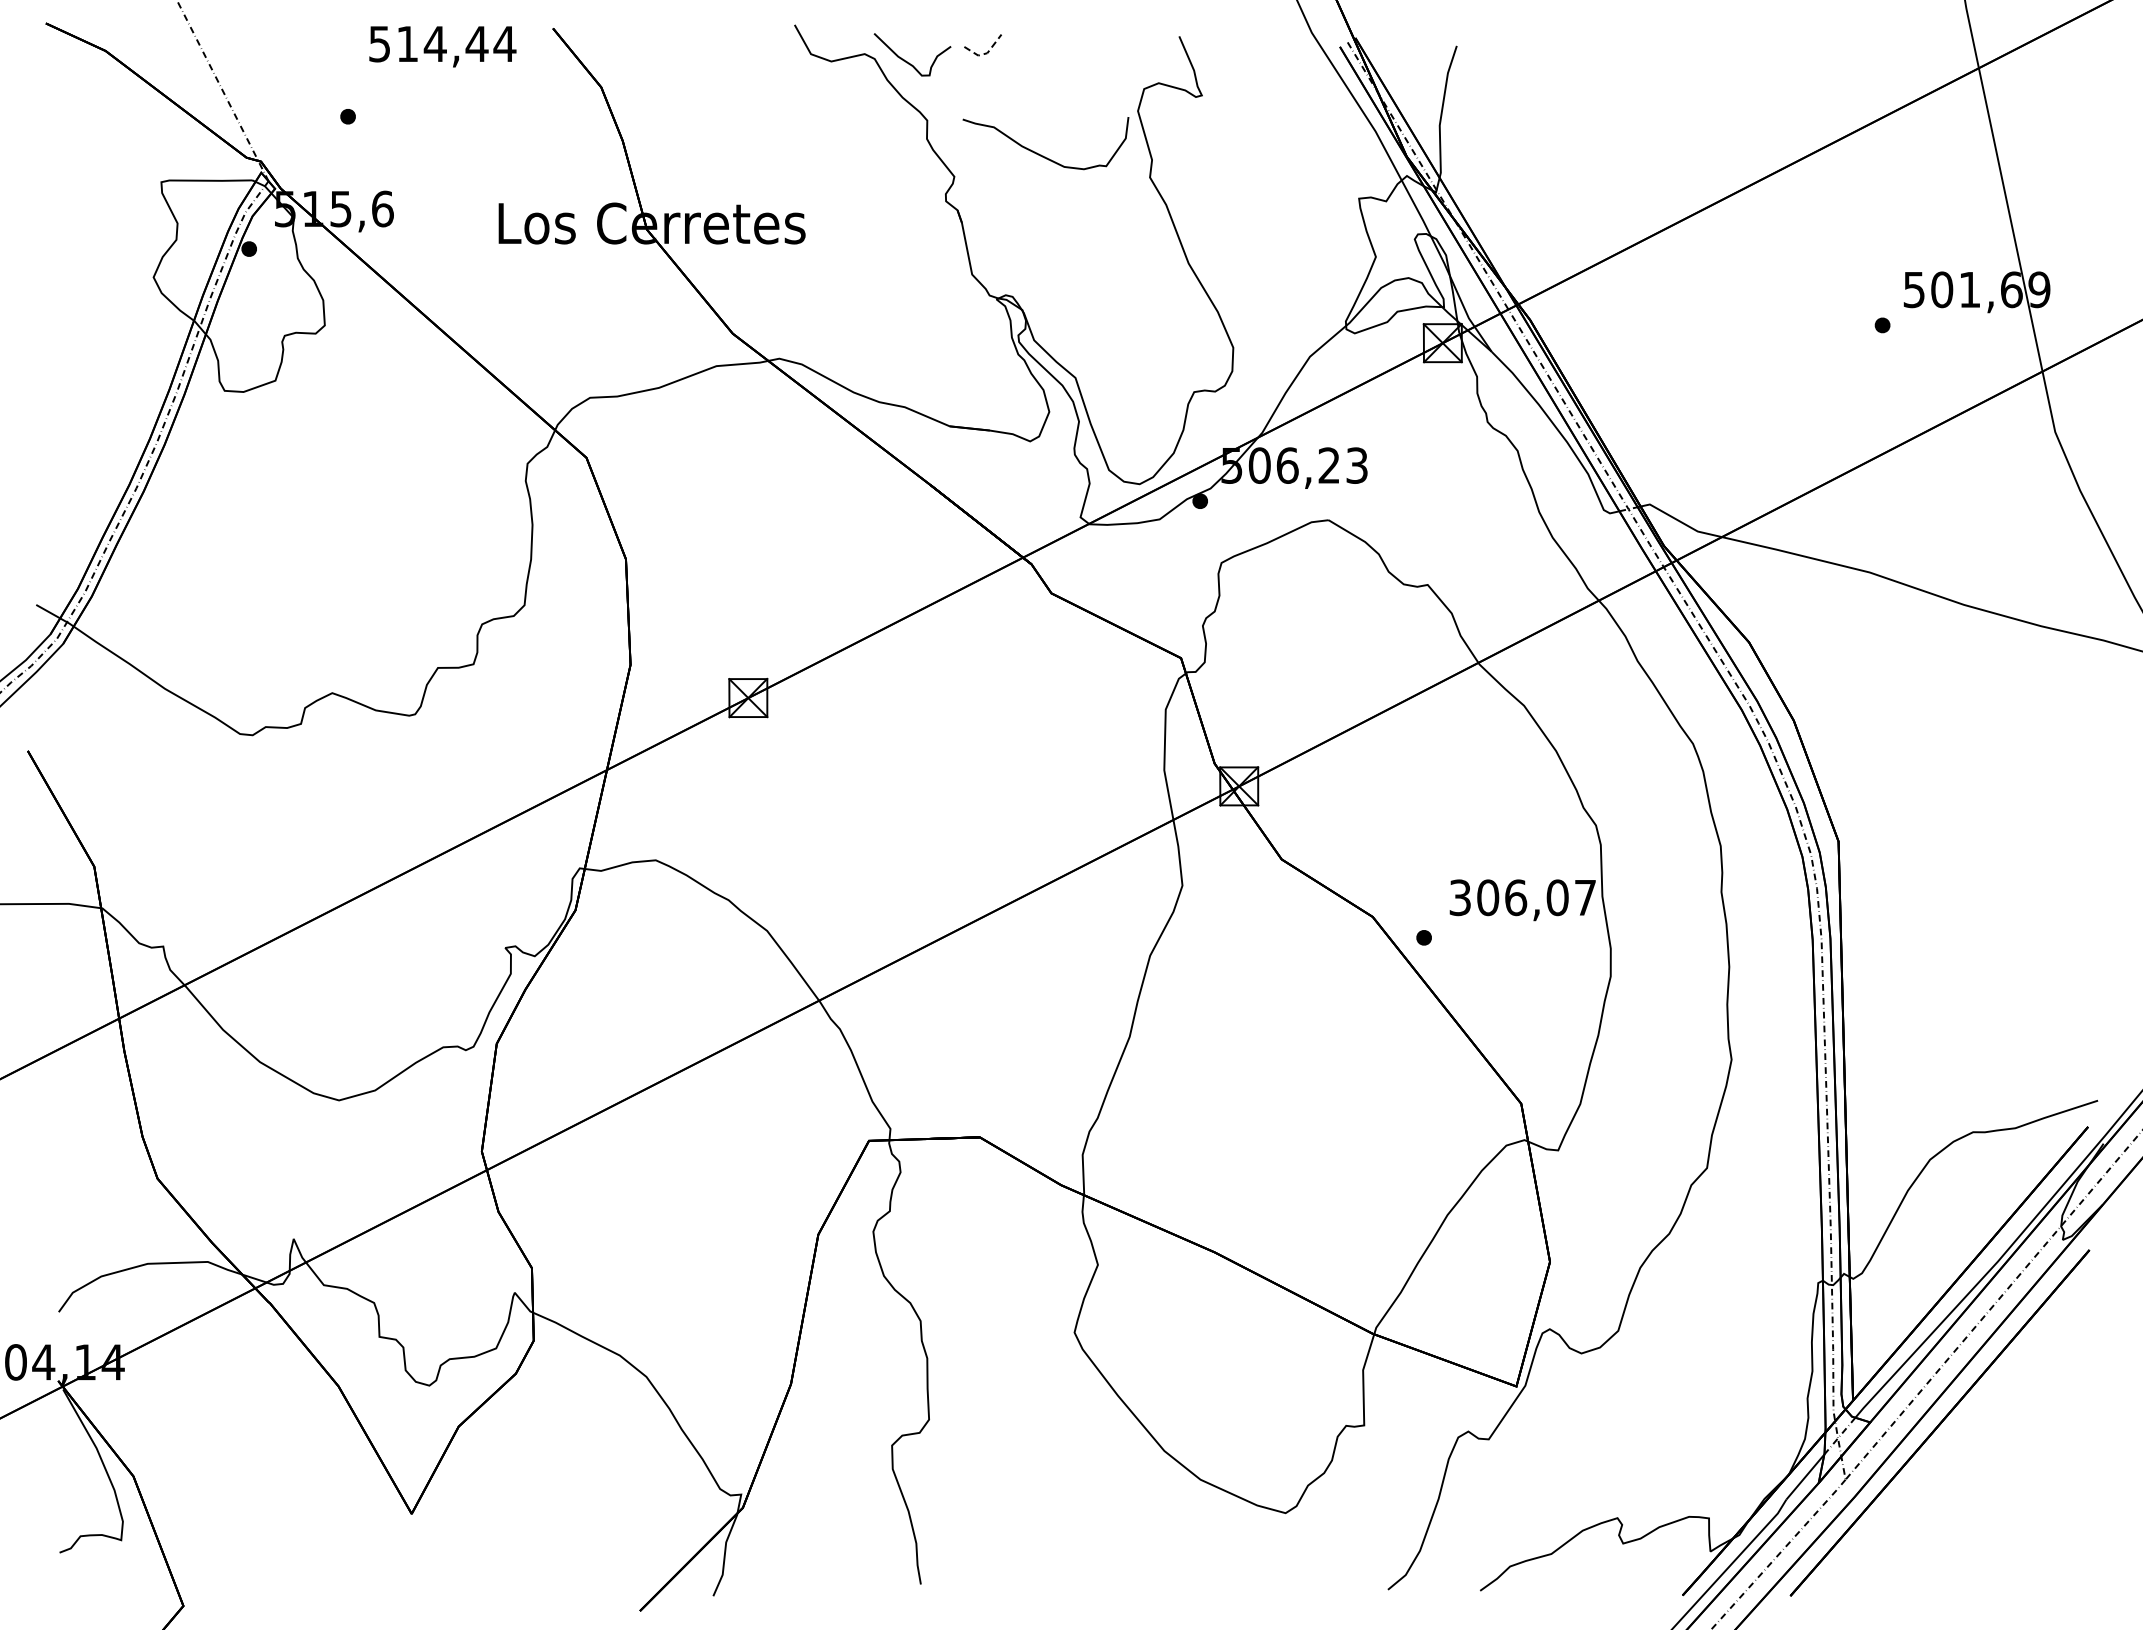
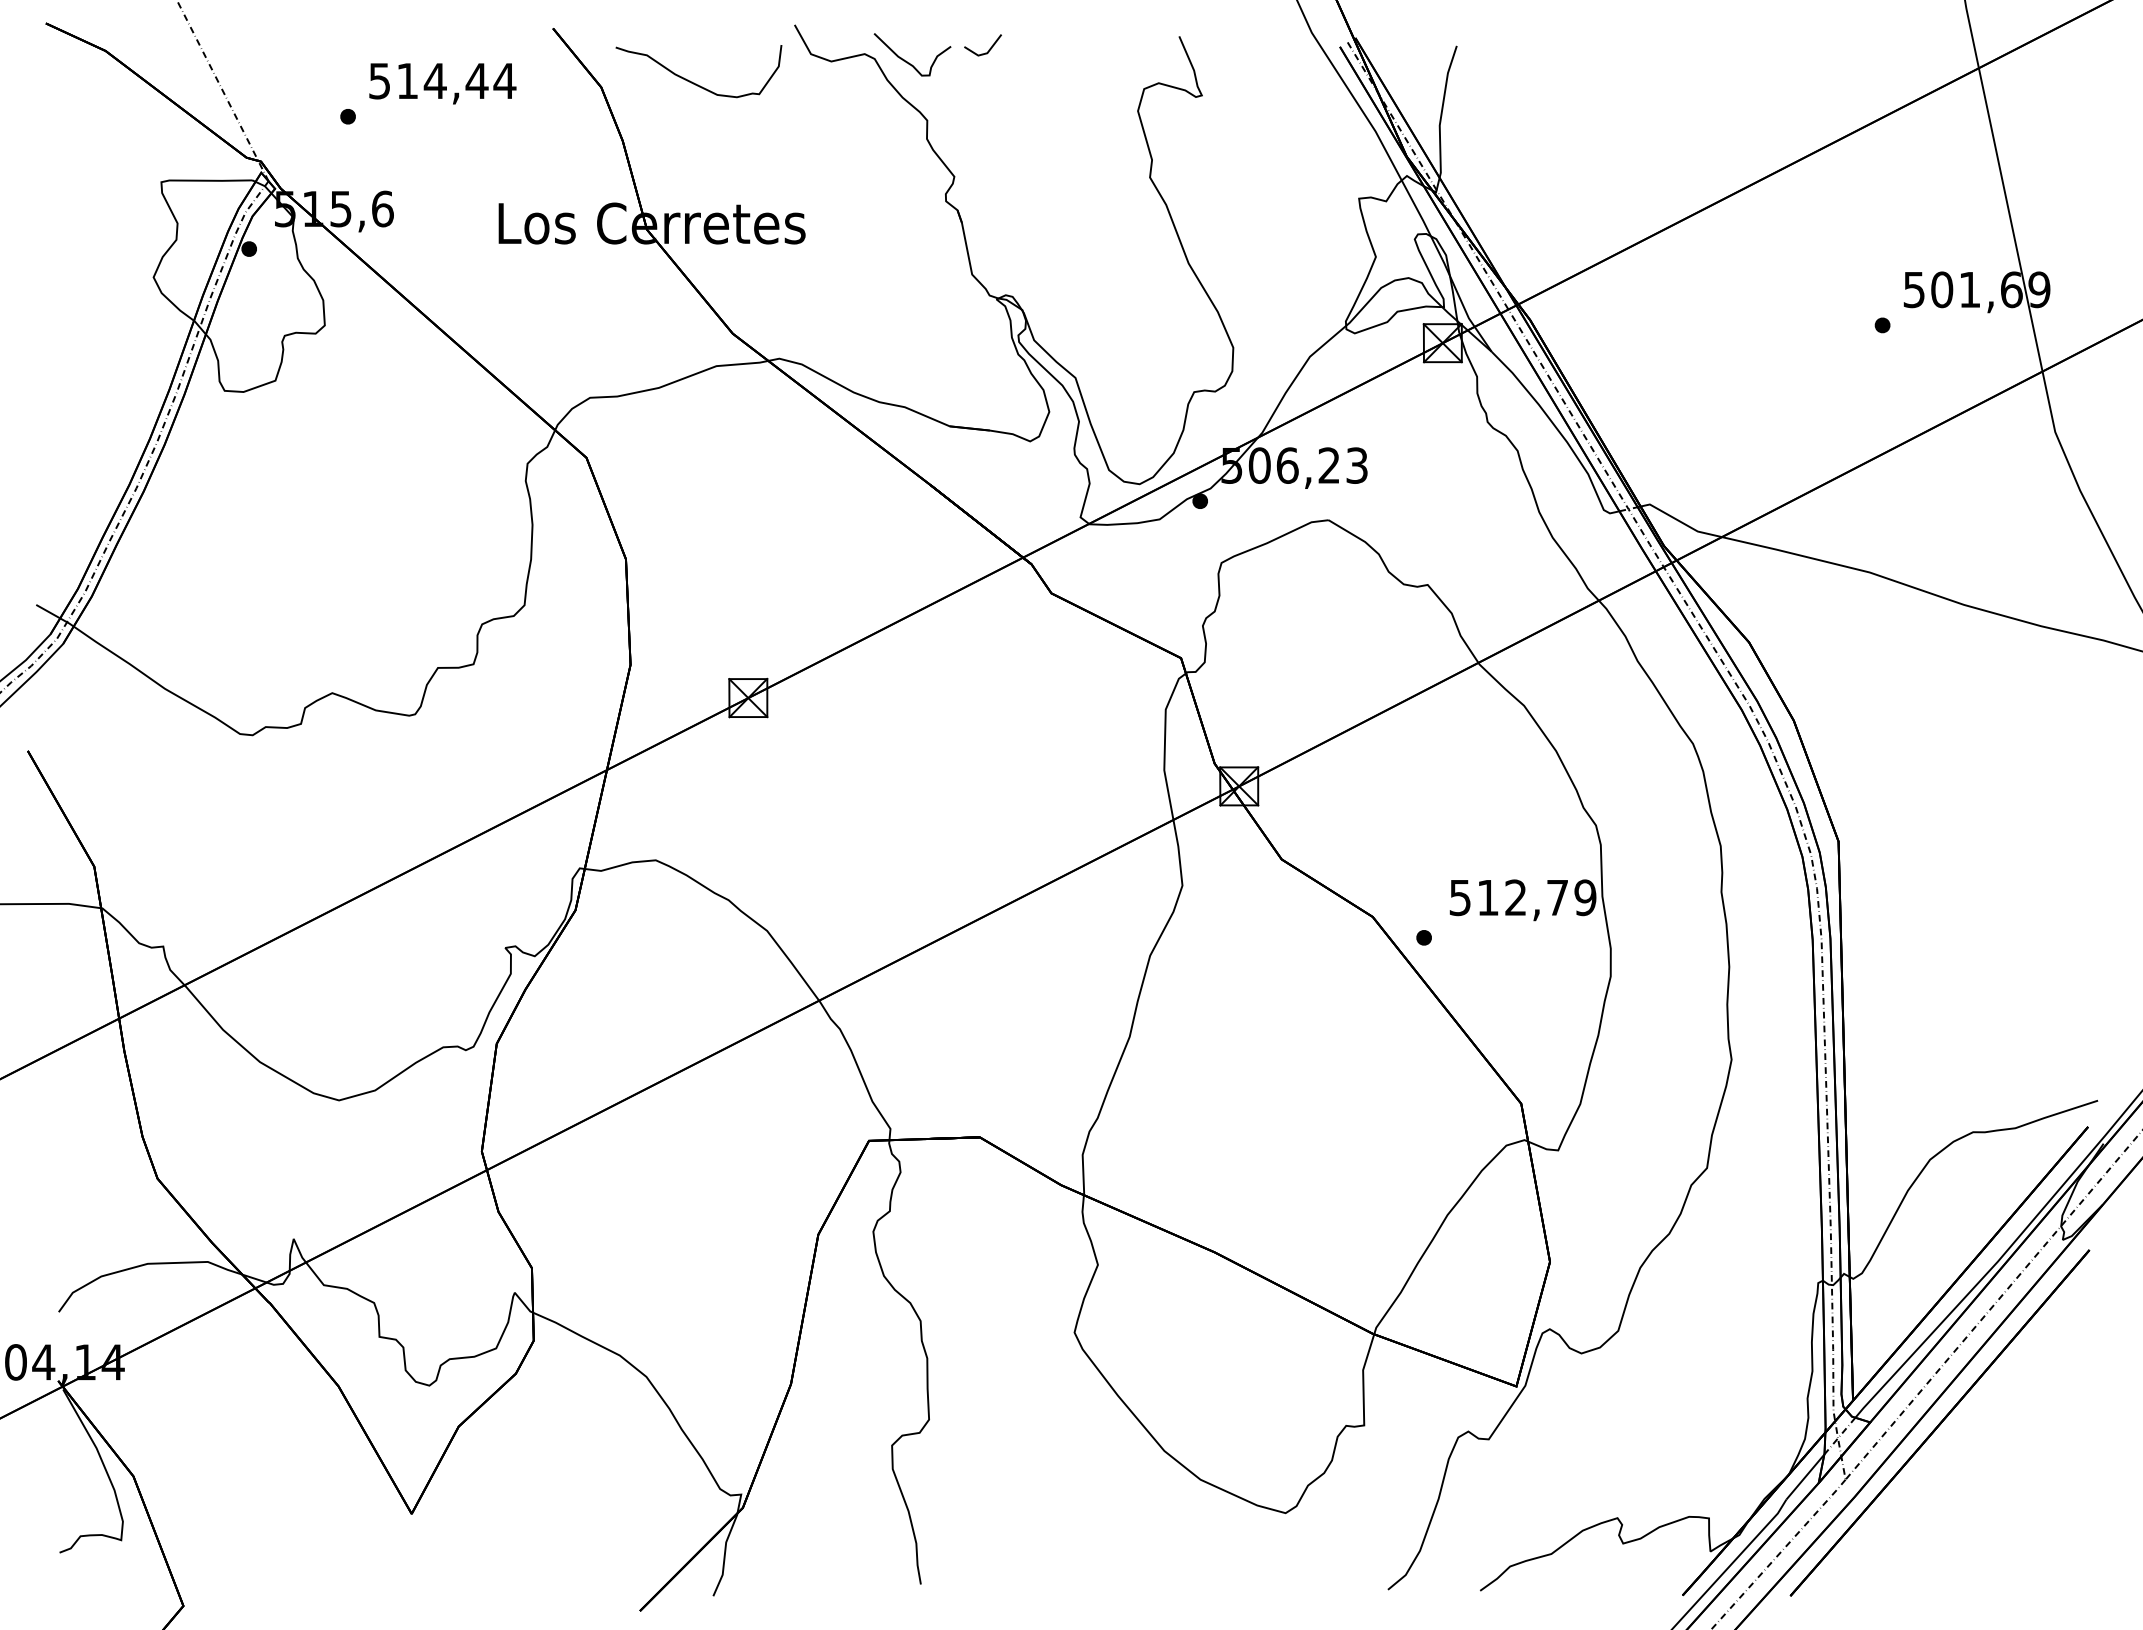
text at (442, 46) position: (442, 46) -> (442, 83)
line at (986, 53): dashed -> solid
curve at (1039, 153) position: (1039, 153) -> (692, 81)
text at (1523, 897): 306,07 -> 512,79
